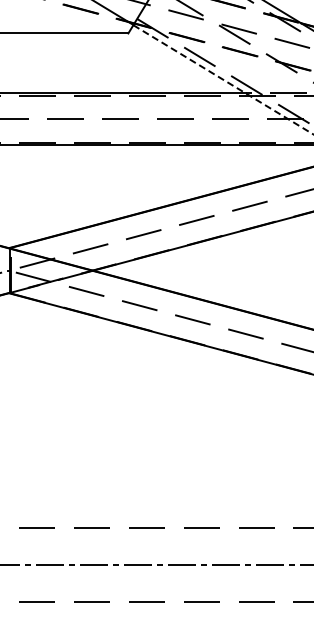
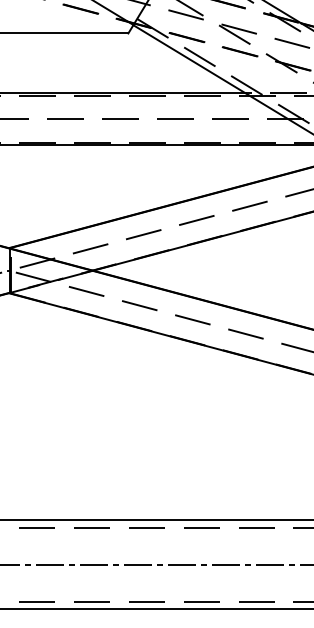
line at (223, 80): dashed -> solid
line at (156, 520): none -> present
line at (156, 609): none -> present
